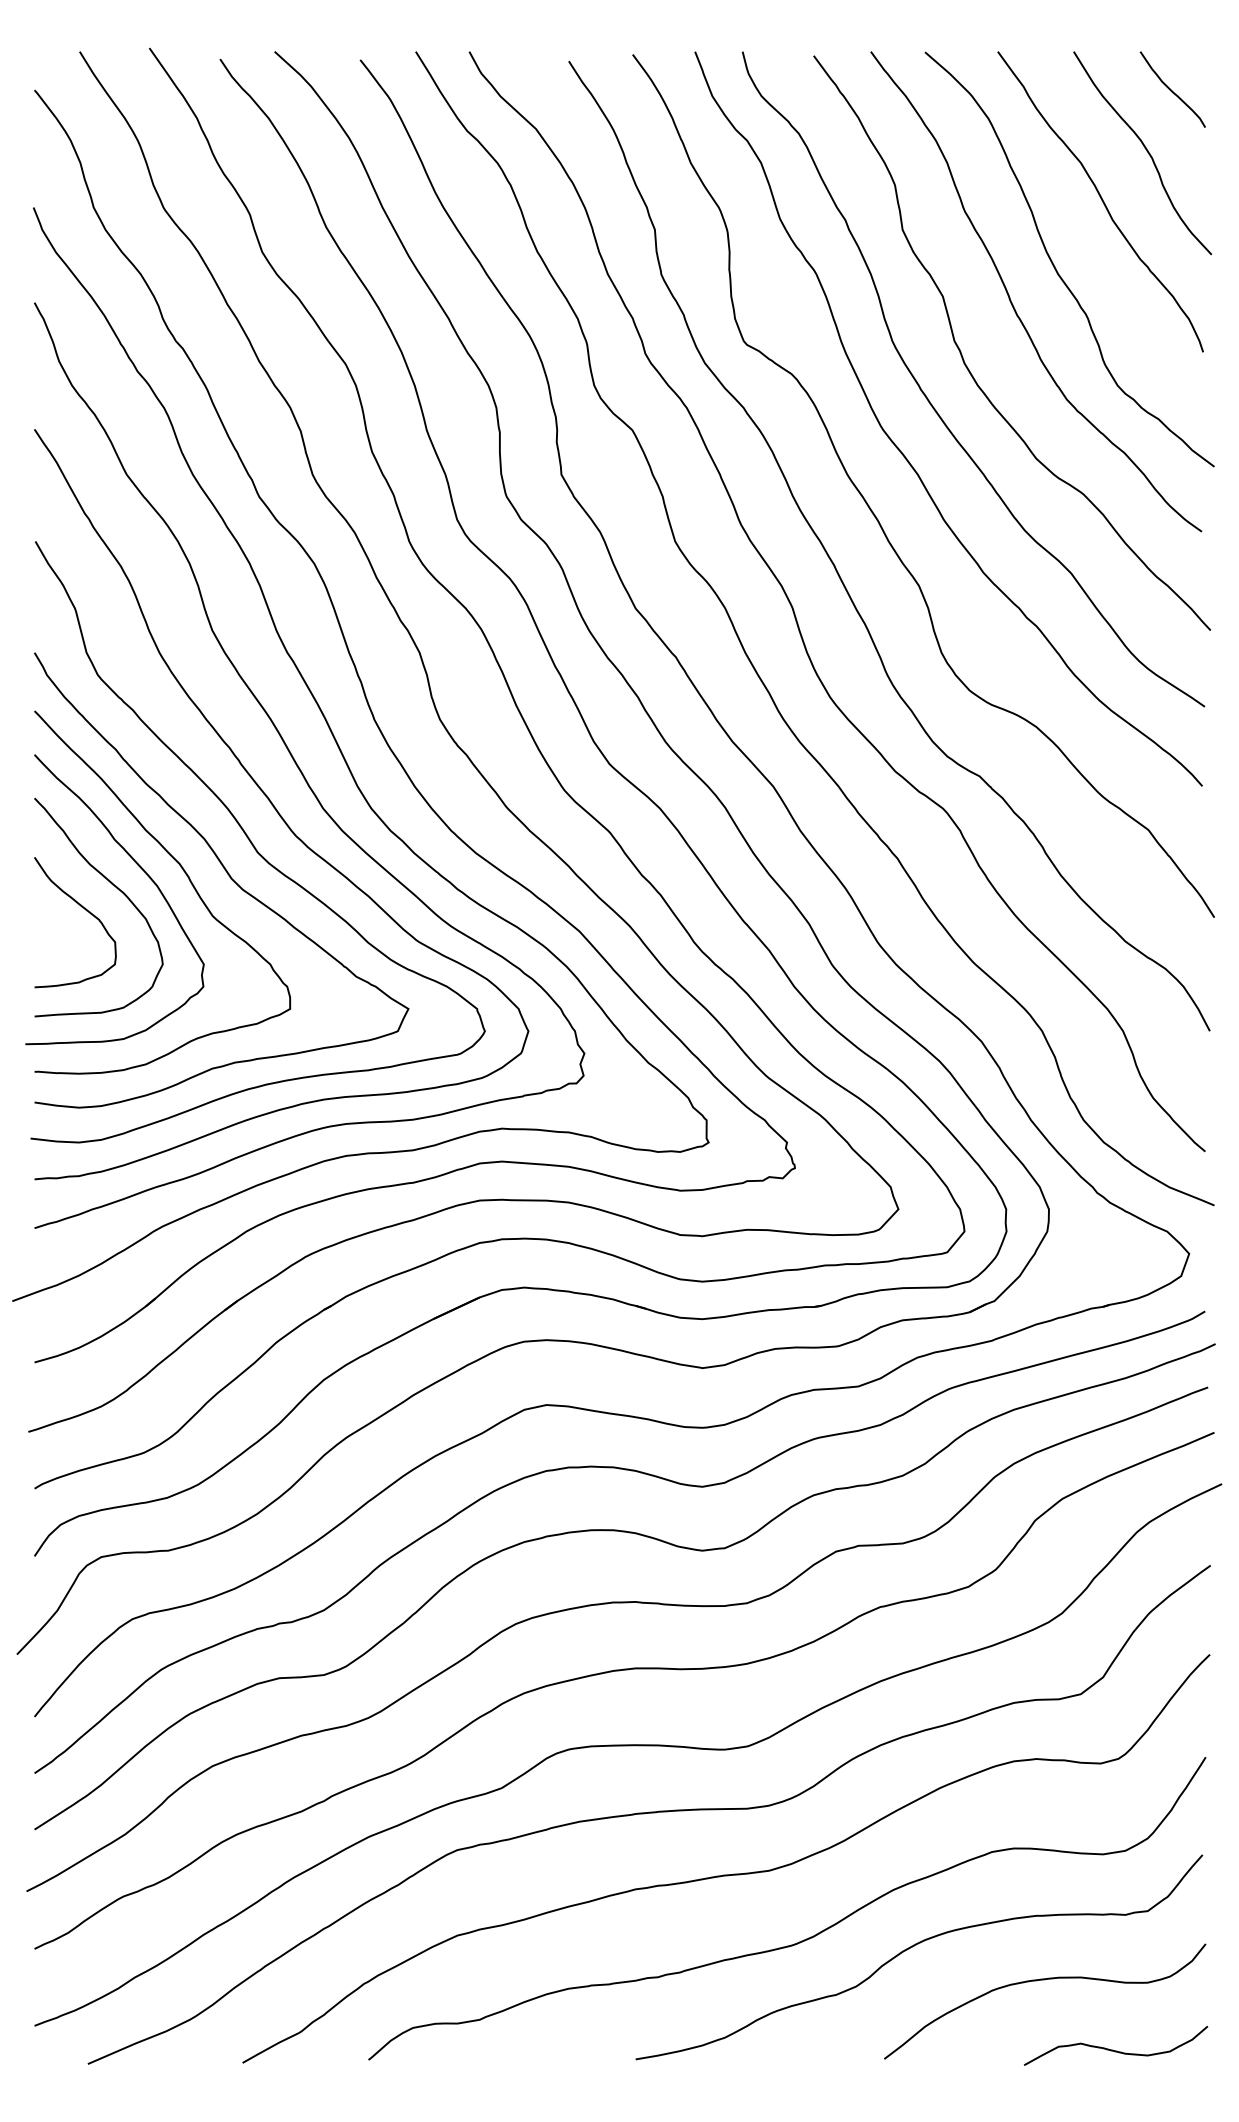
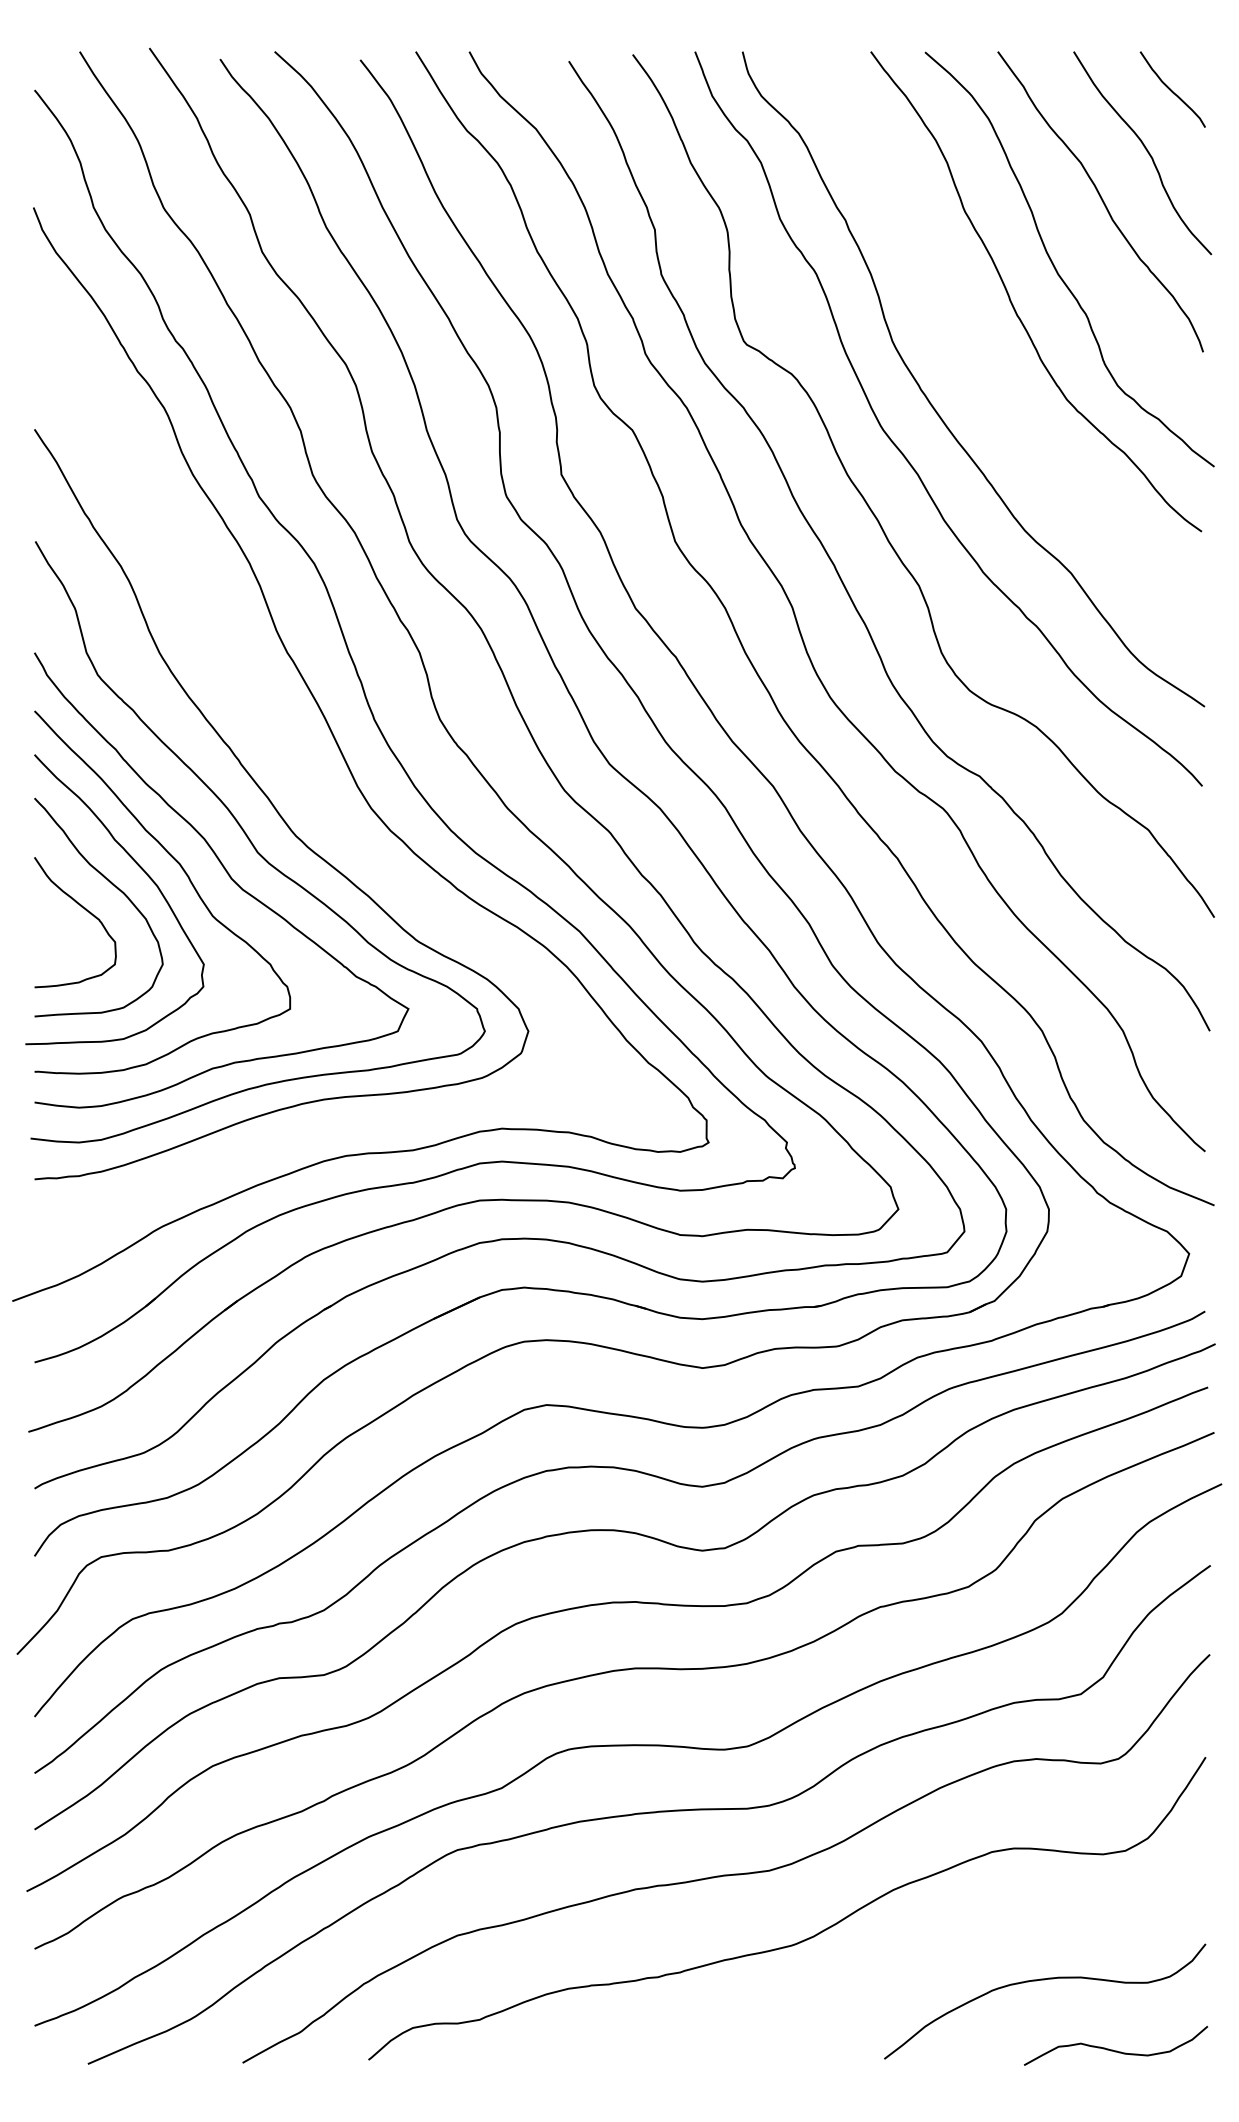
curve at (968, 367): present -> none
curve at (301, 770): present -> none
curve at (914, 1946): present -> none
